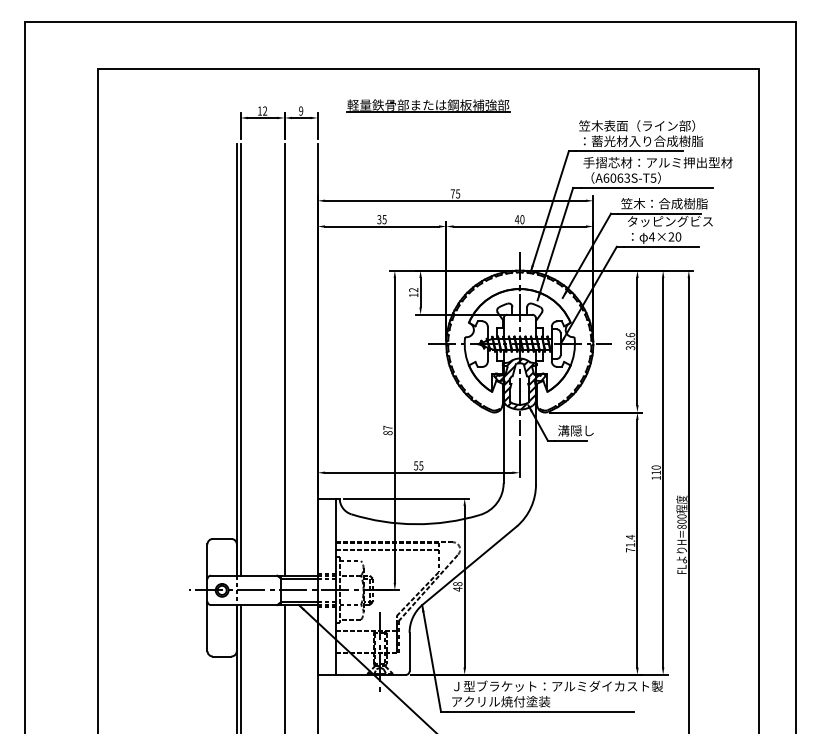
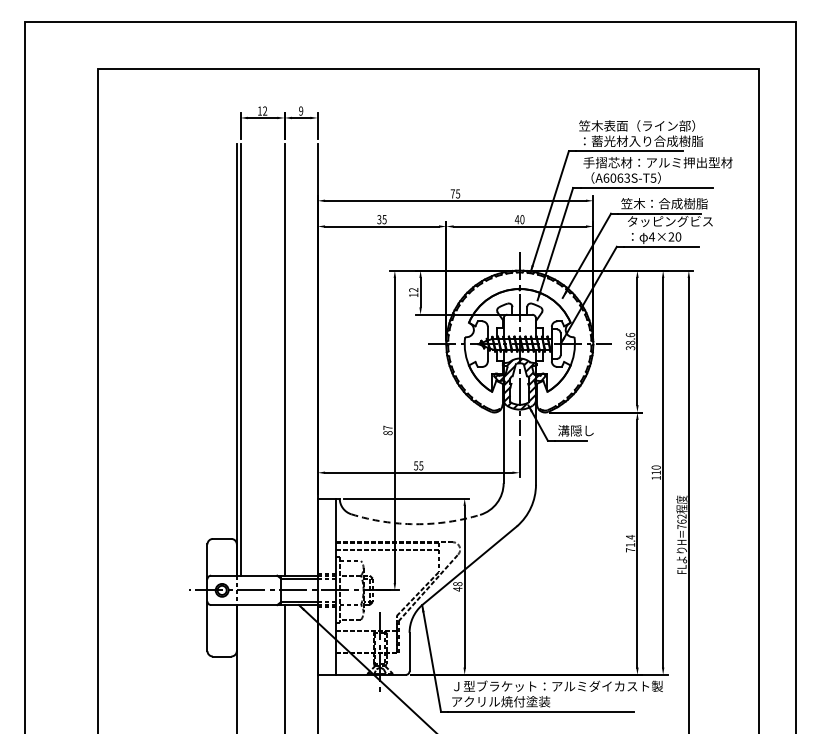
part at (428, 105): present -> none
text at (681, 521): 800 -> 762
arc at (415, 524): solid -> dashed
line at (240, 667): present -> none
